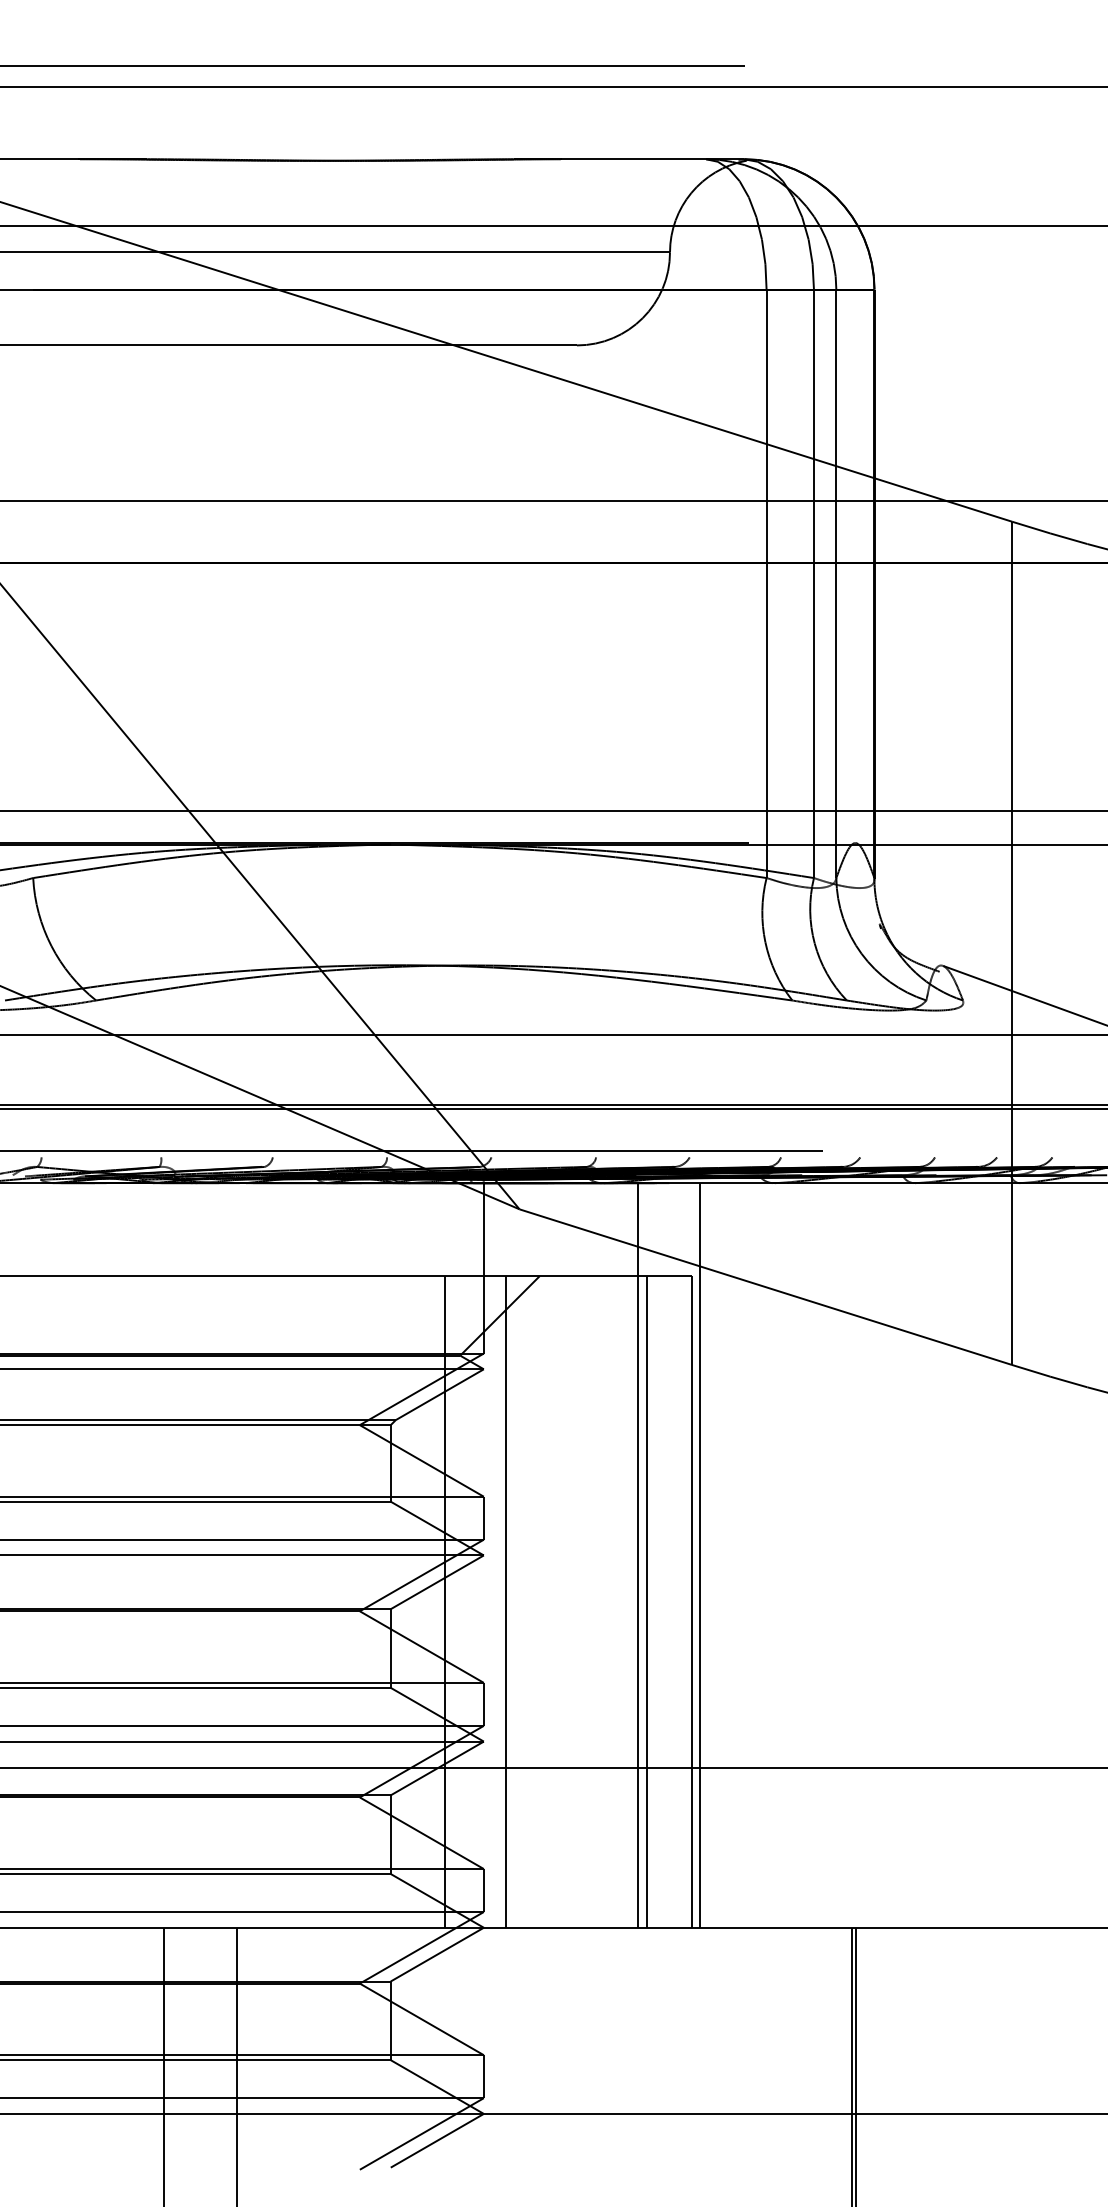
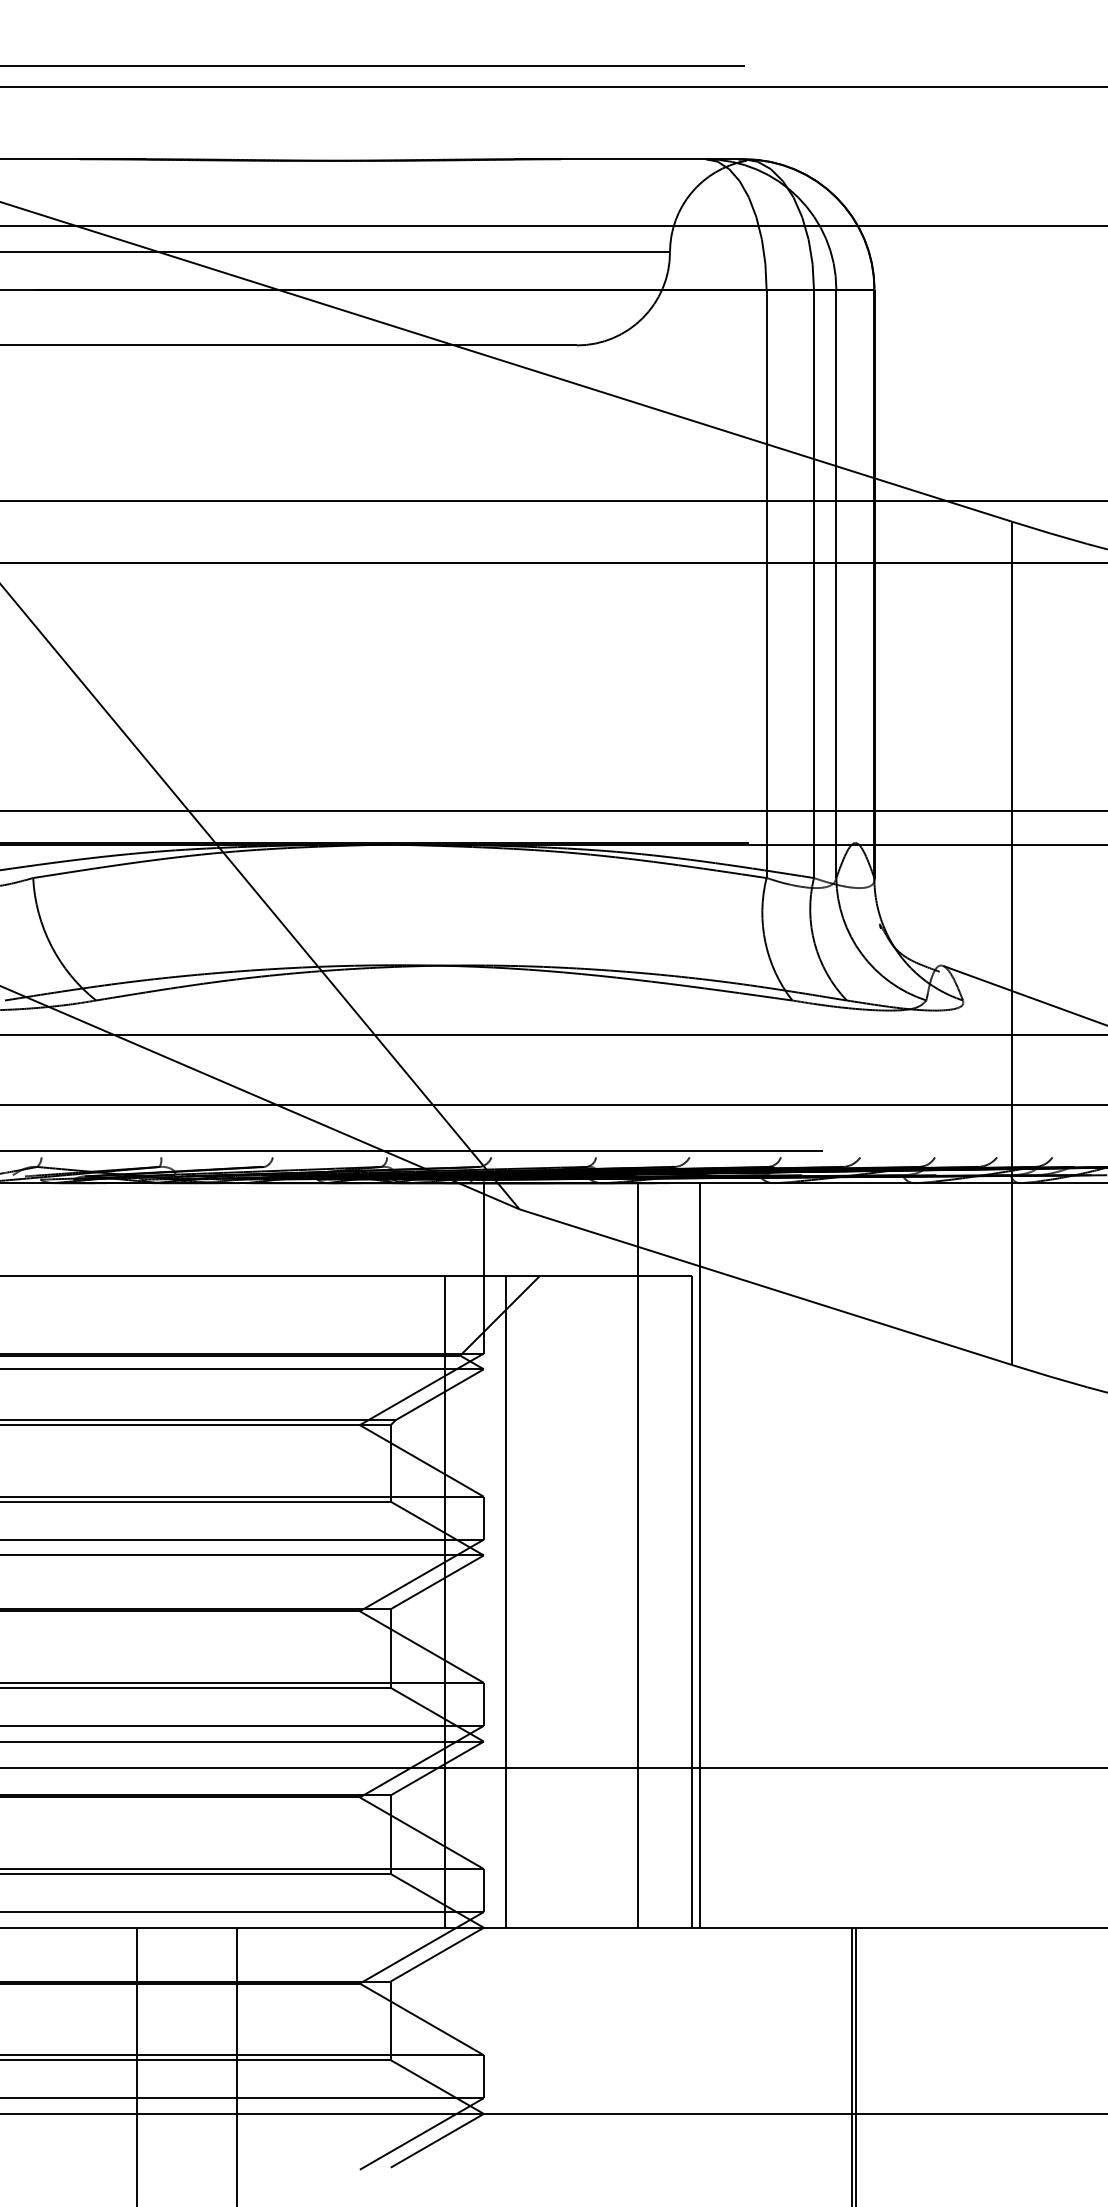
line at (553, 1108): present -> none
line at (646, 1601): present -> none
line at (164, 2065) position: (164, 2065) -> (137, 2065)
